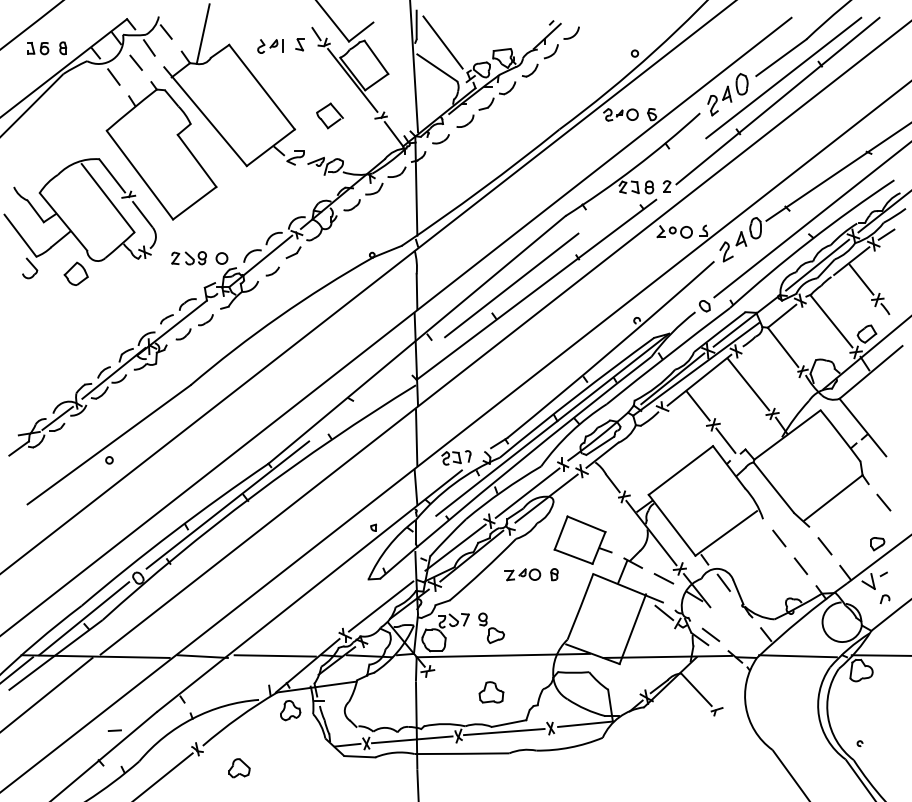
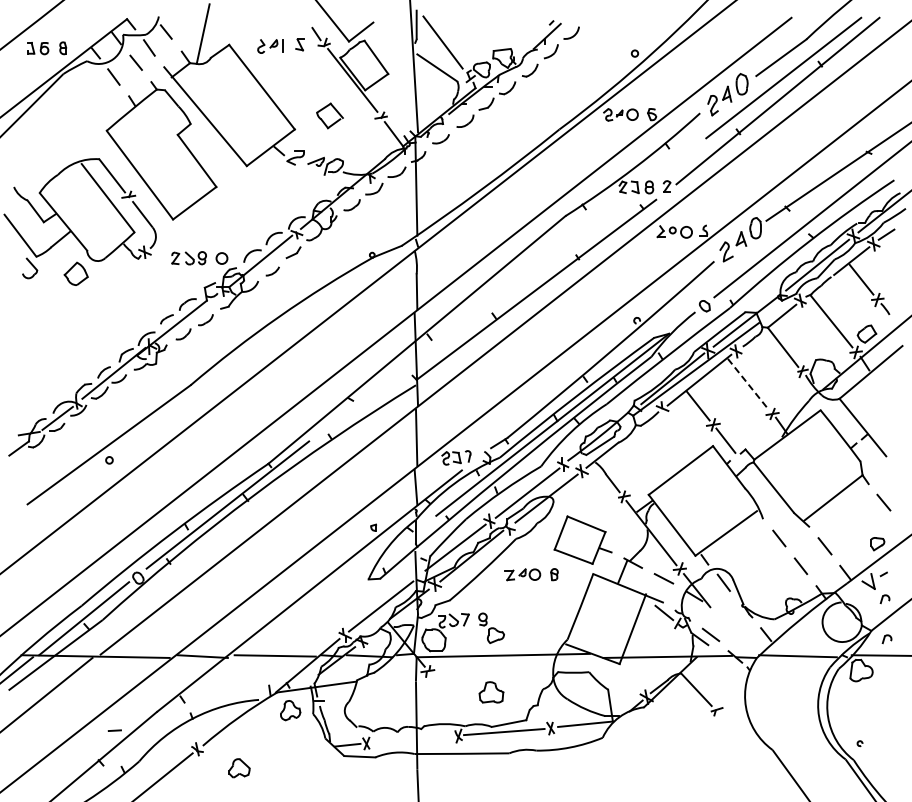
line at (511, 285): present -> none
line at (748, 384): solid -> dashed
part at (886, 639): none -> present
line at (412, 739): present -> none
